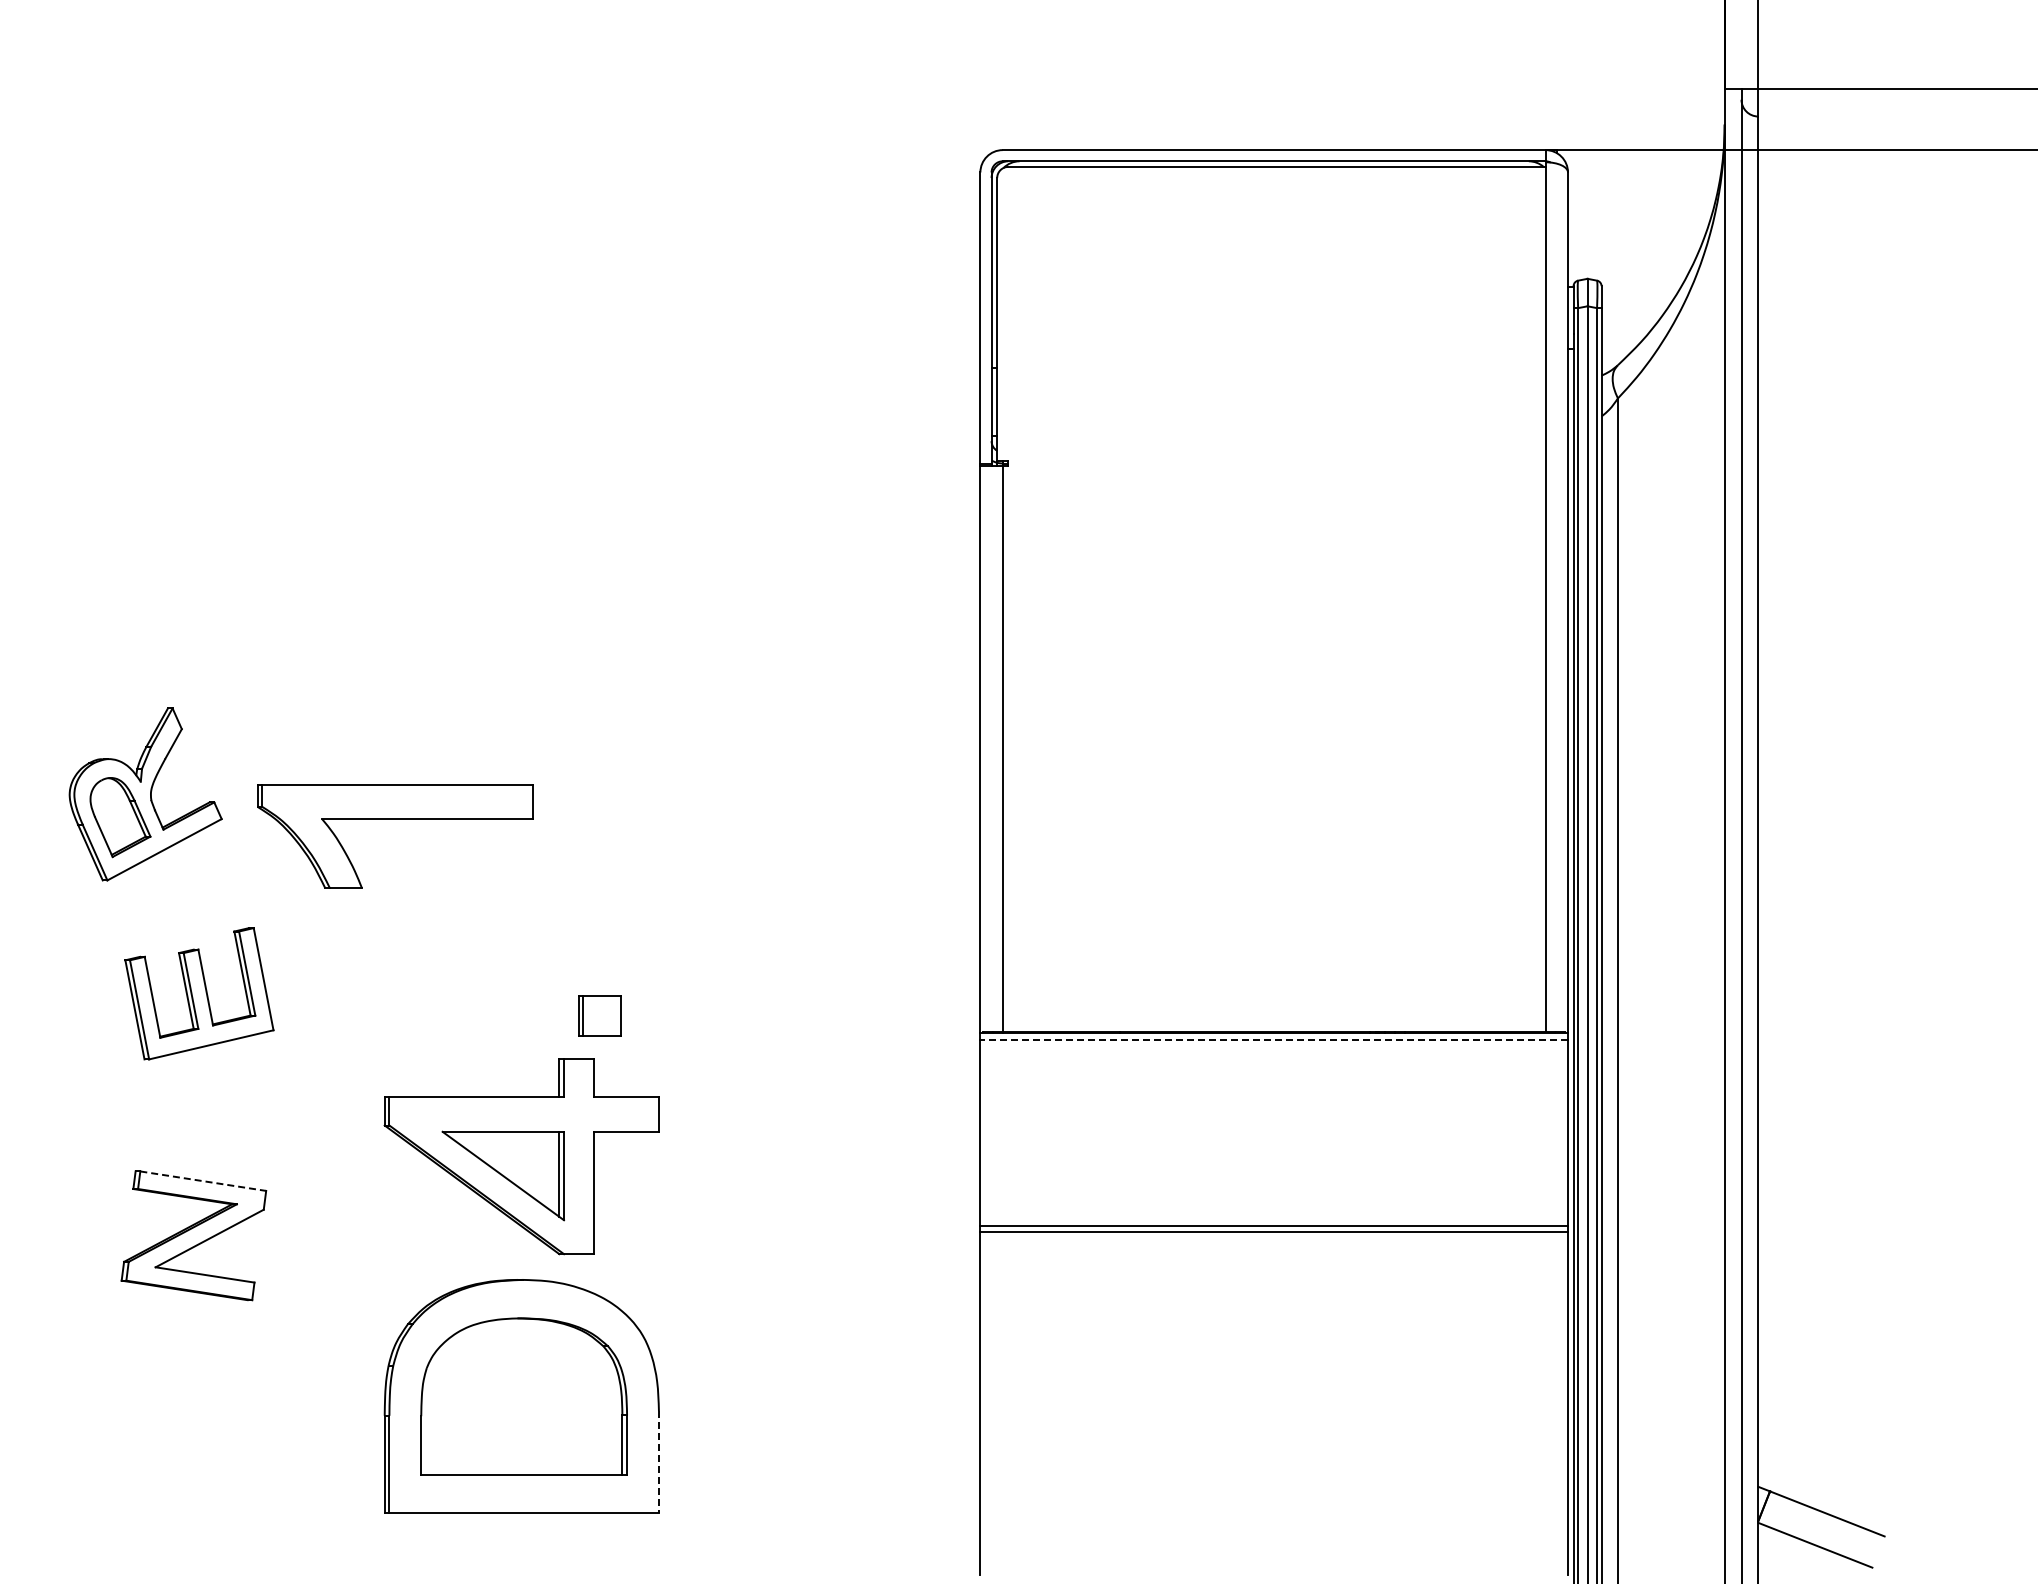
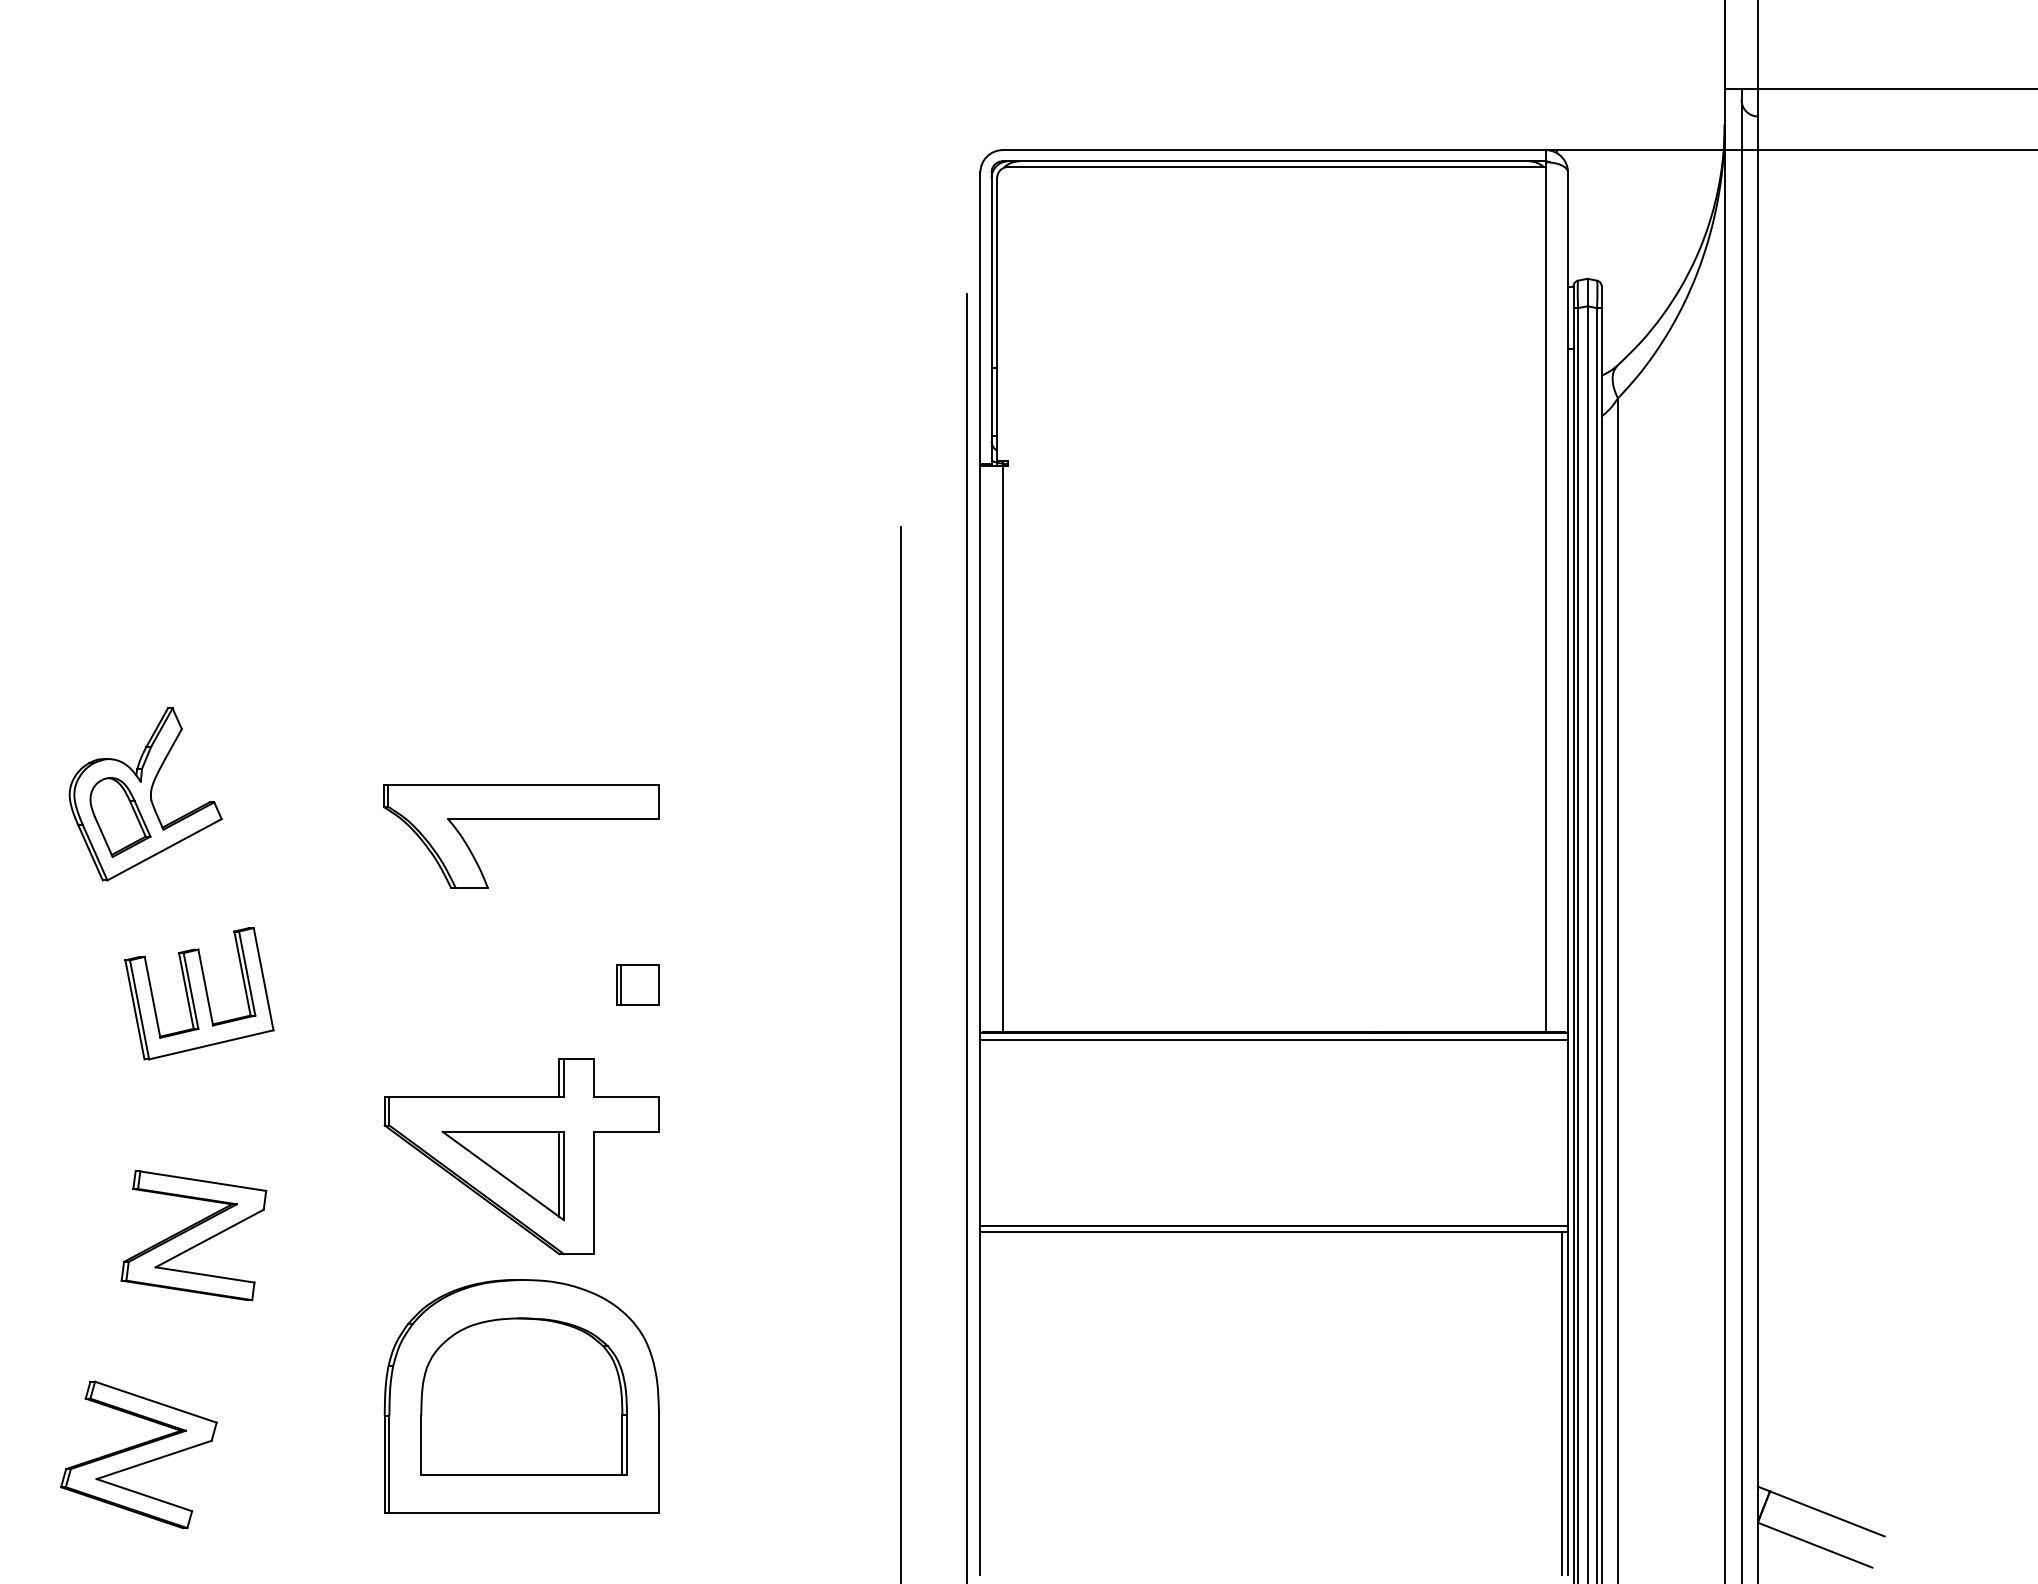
part at (395, 819) position: (395, 819) -> (521, 819)
line at (966, 936): none -> present
part at (599, 1015) position: (599, 1015) -> (637, 984)
line at (1274, 1039): dashed -> solid
line at (901, 1053): none -> present
line at (203, 1181): dashed -> solid
line at (1562, 1403): none -> present
part at (138, 1454): none -> present
line at (658, 1461): dashed -> solid
